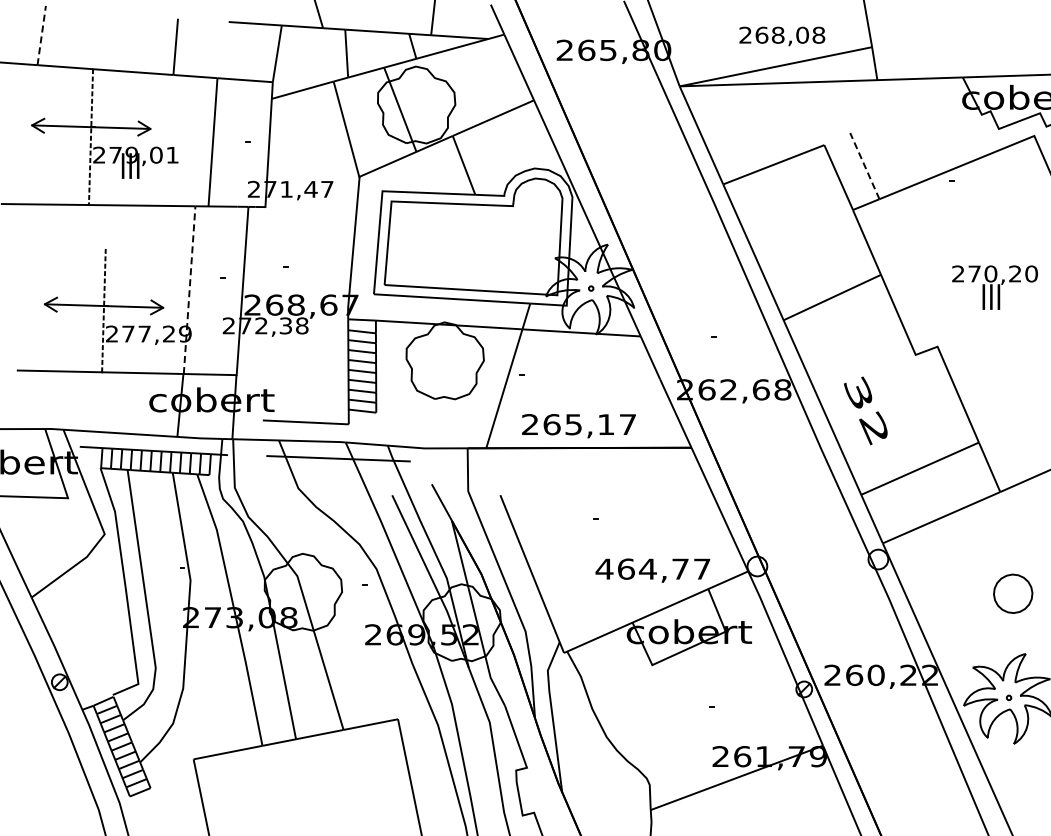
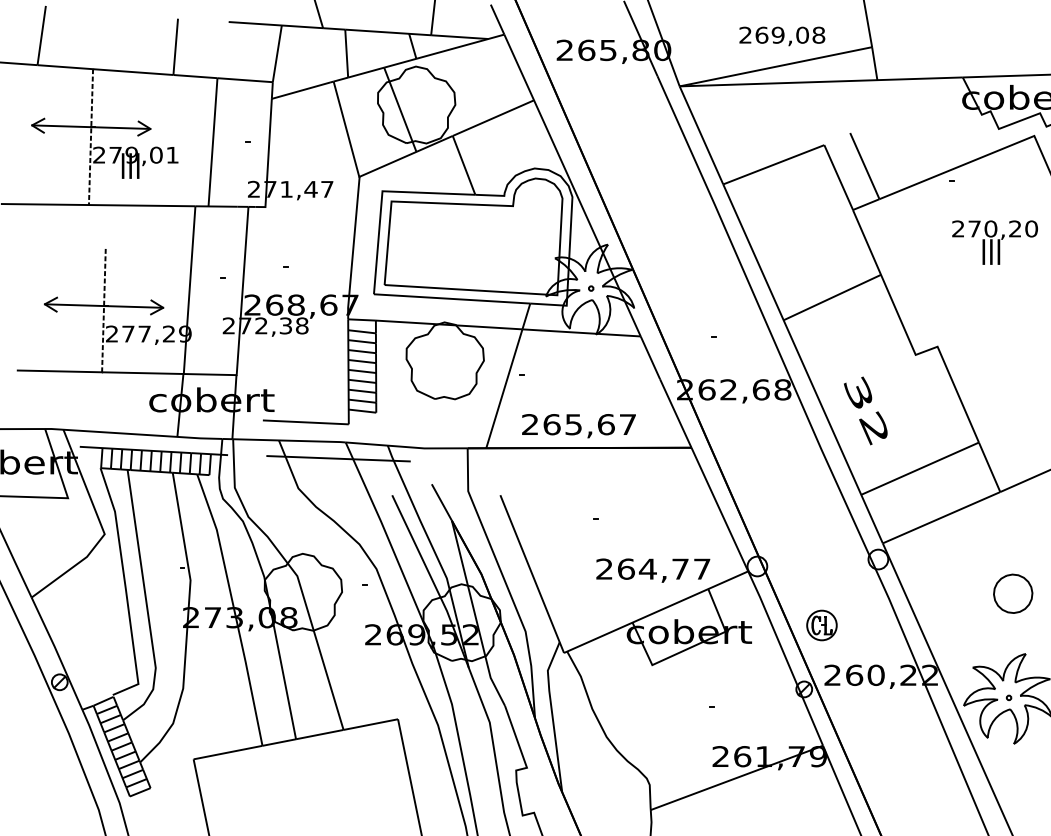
text at (777, 34): 268,08 -> 269,08
line at (41, 35): dashed -> solid
line at (864, 165): dashed -> solid
text at (994, 287) position: (994, 287) -> (994, 242)
line at (189, 289): dashed -> solid
text at (606, 424): 265,17 -> 265,67
text at (604, 568): 464,77 -> 264,77
part at (821, 625): none -> present
